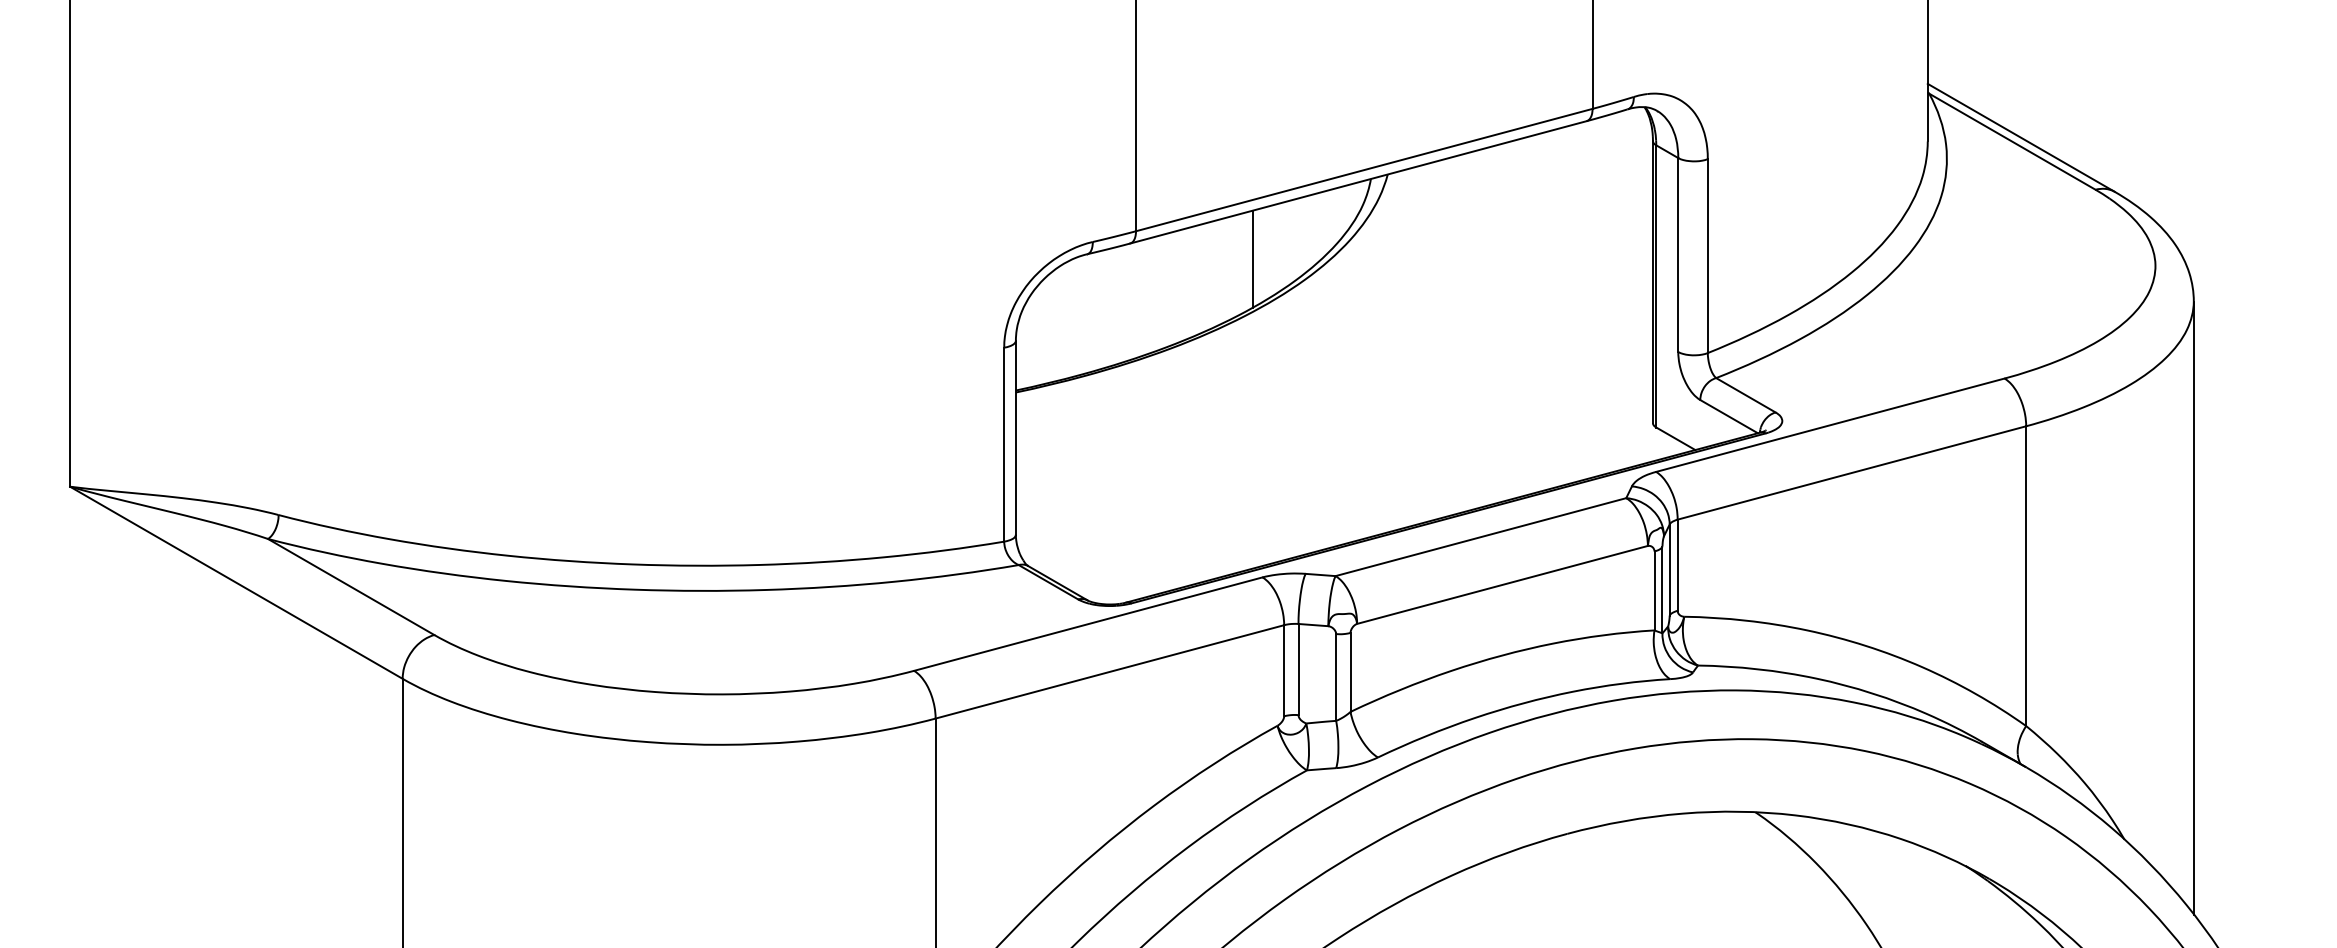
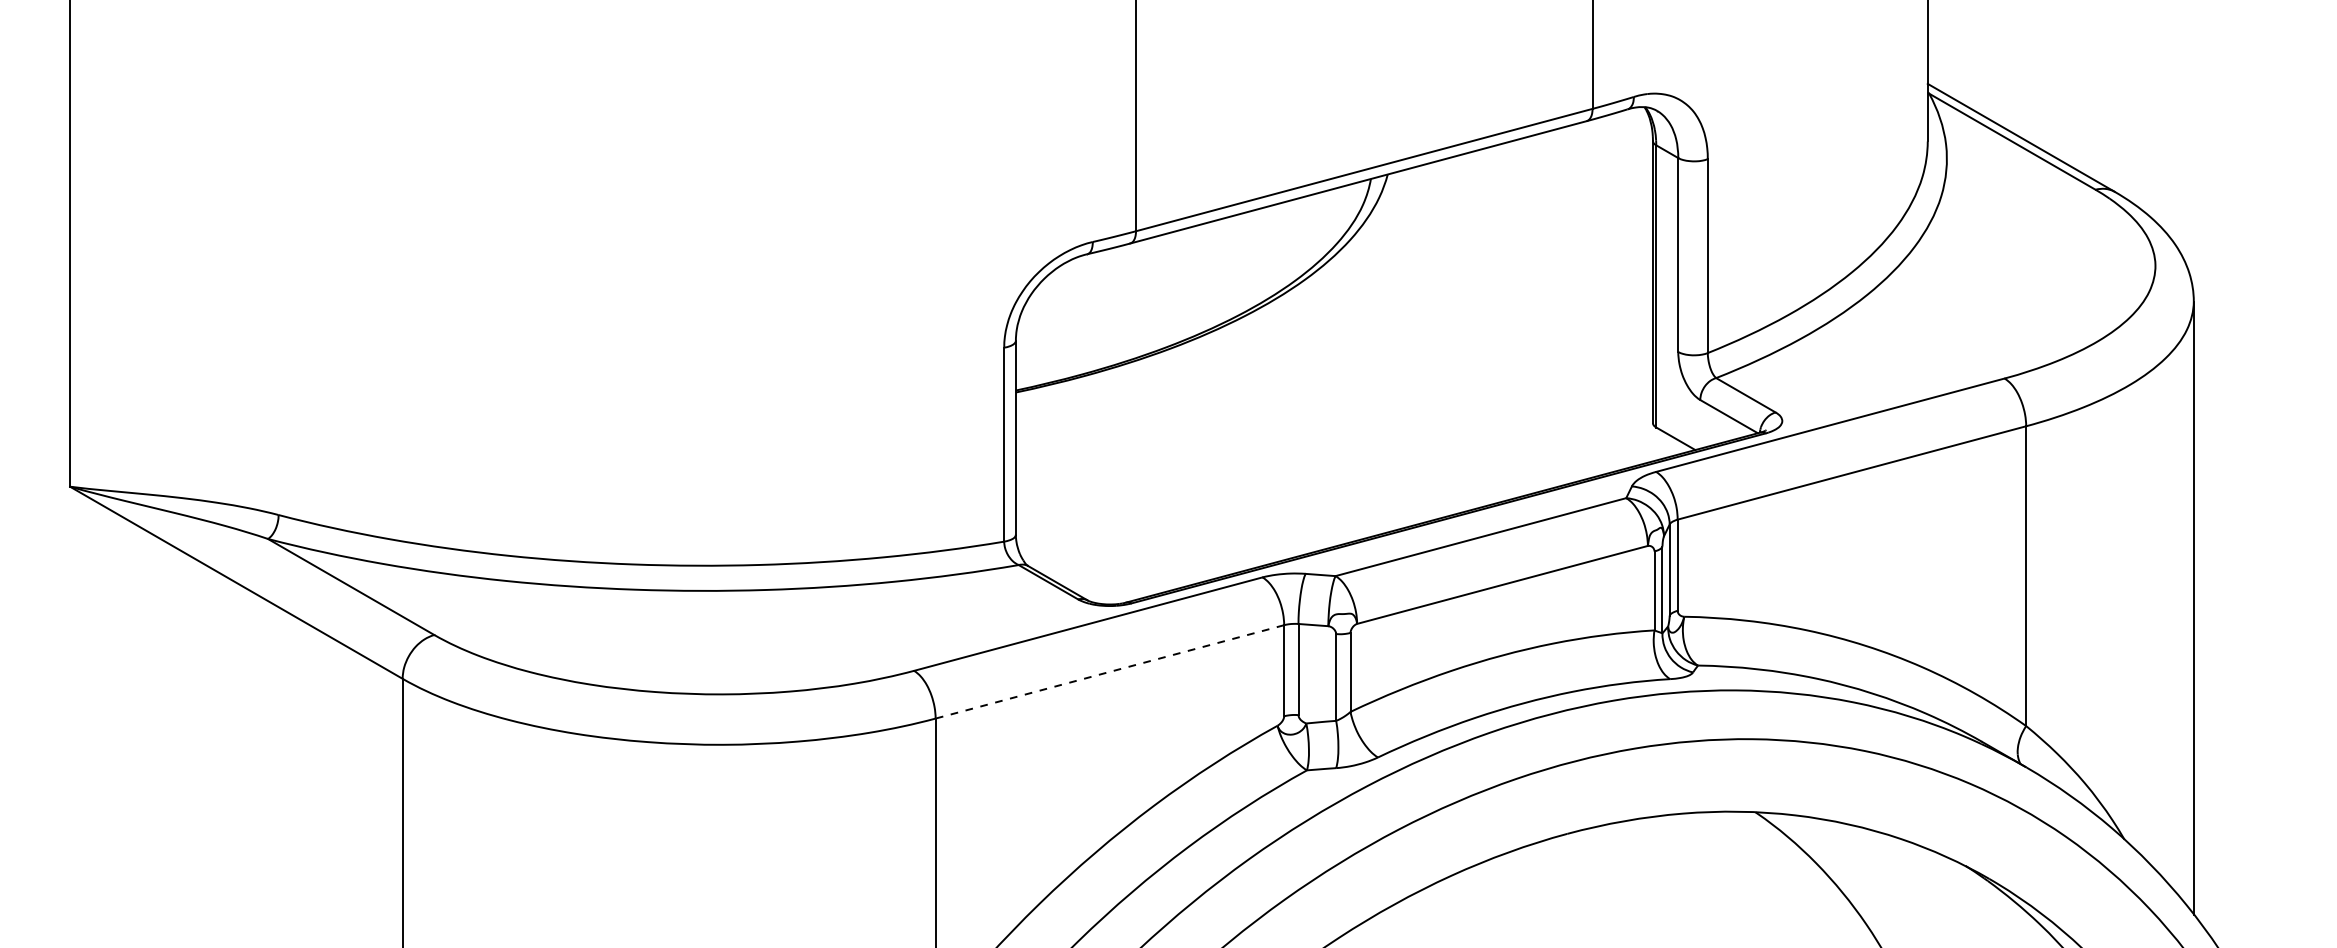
line at (1252, 258): present -> none
line at (1109, 672): solid -> dashed
